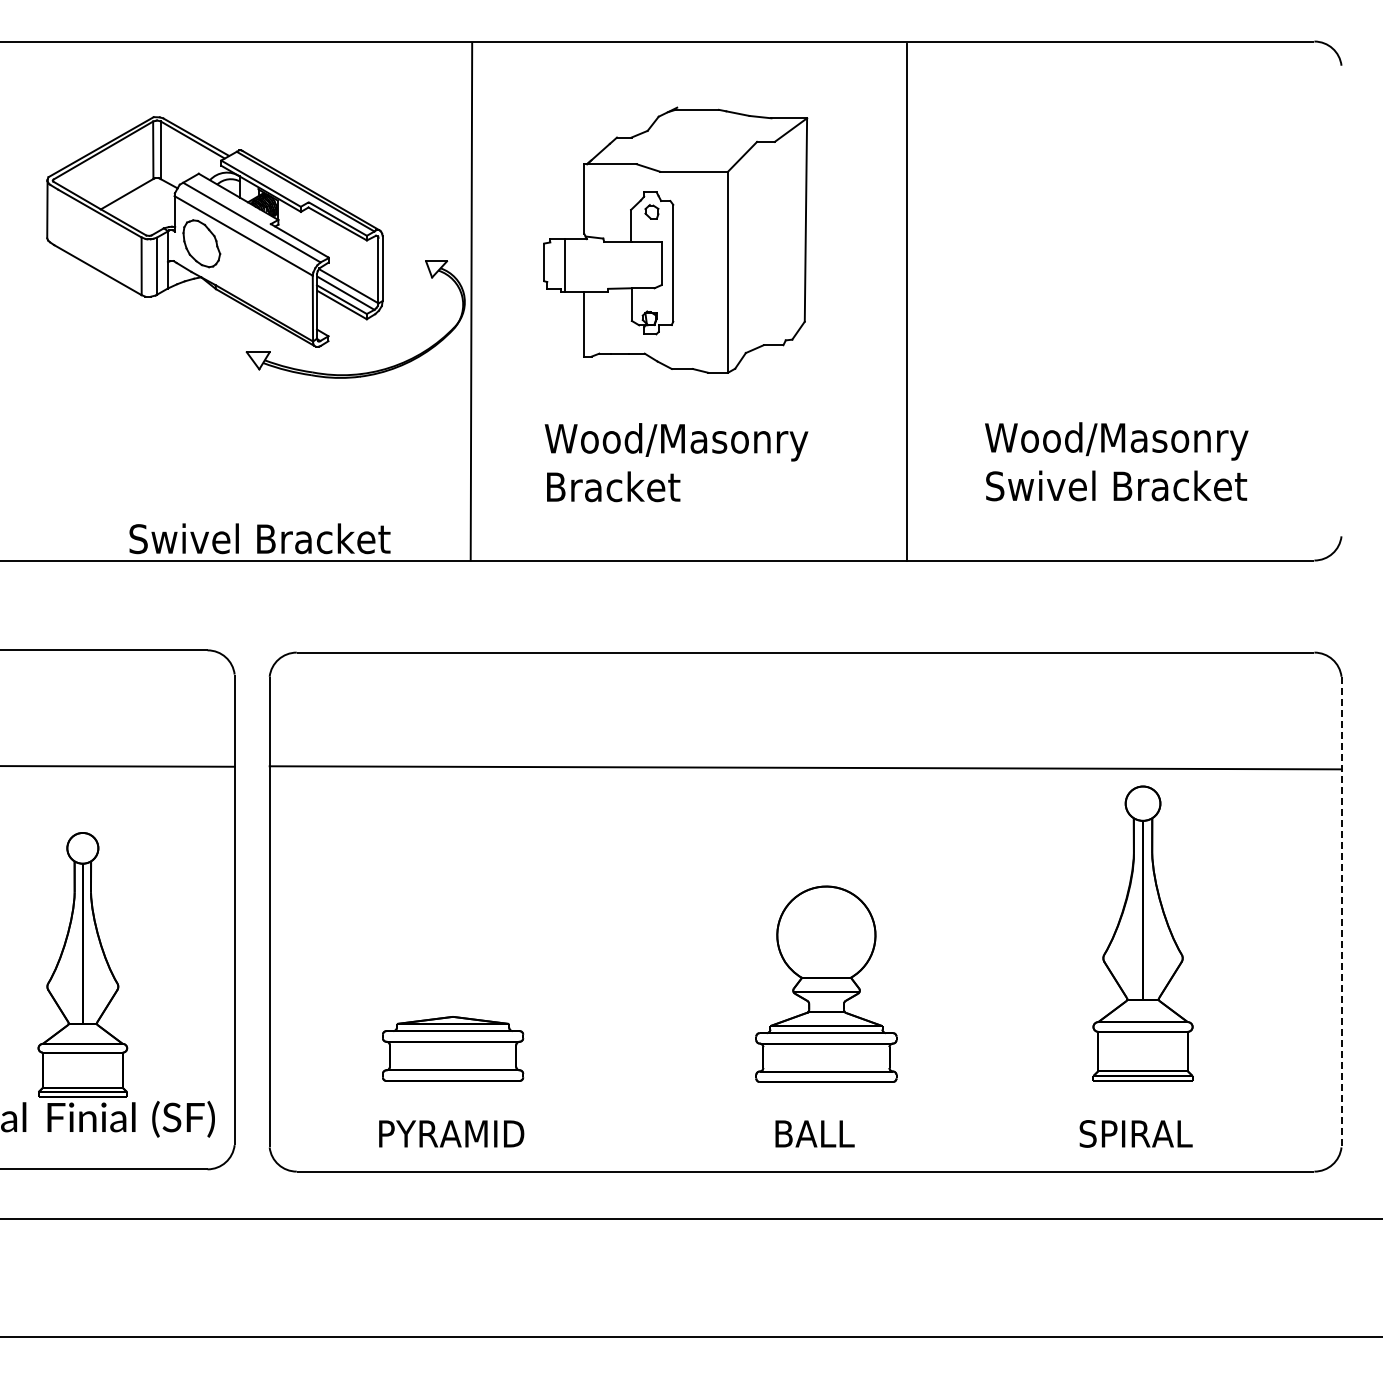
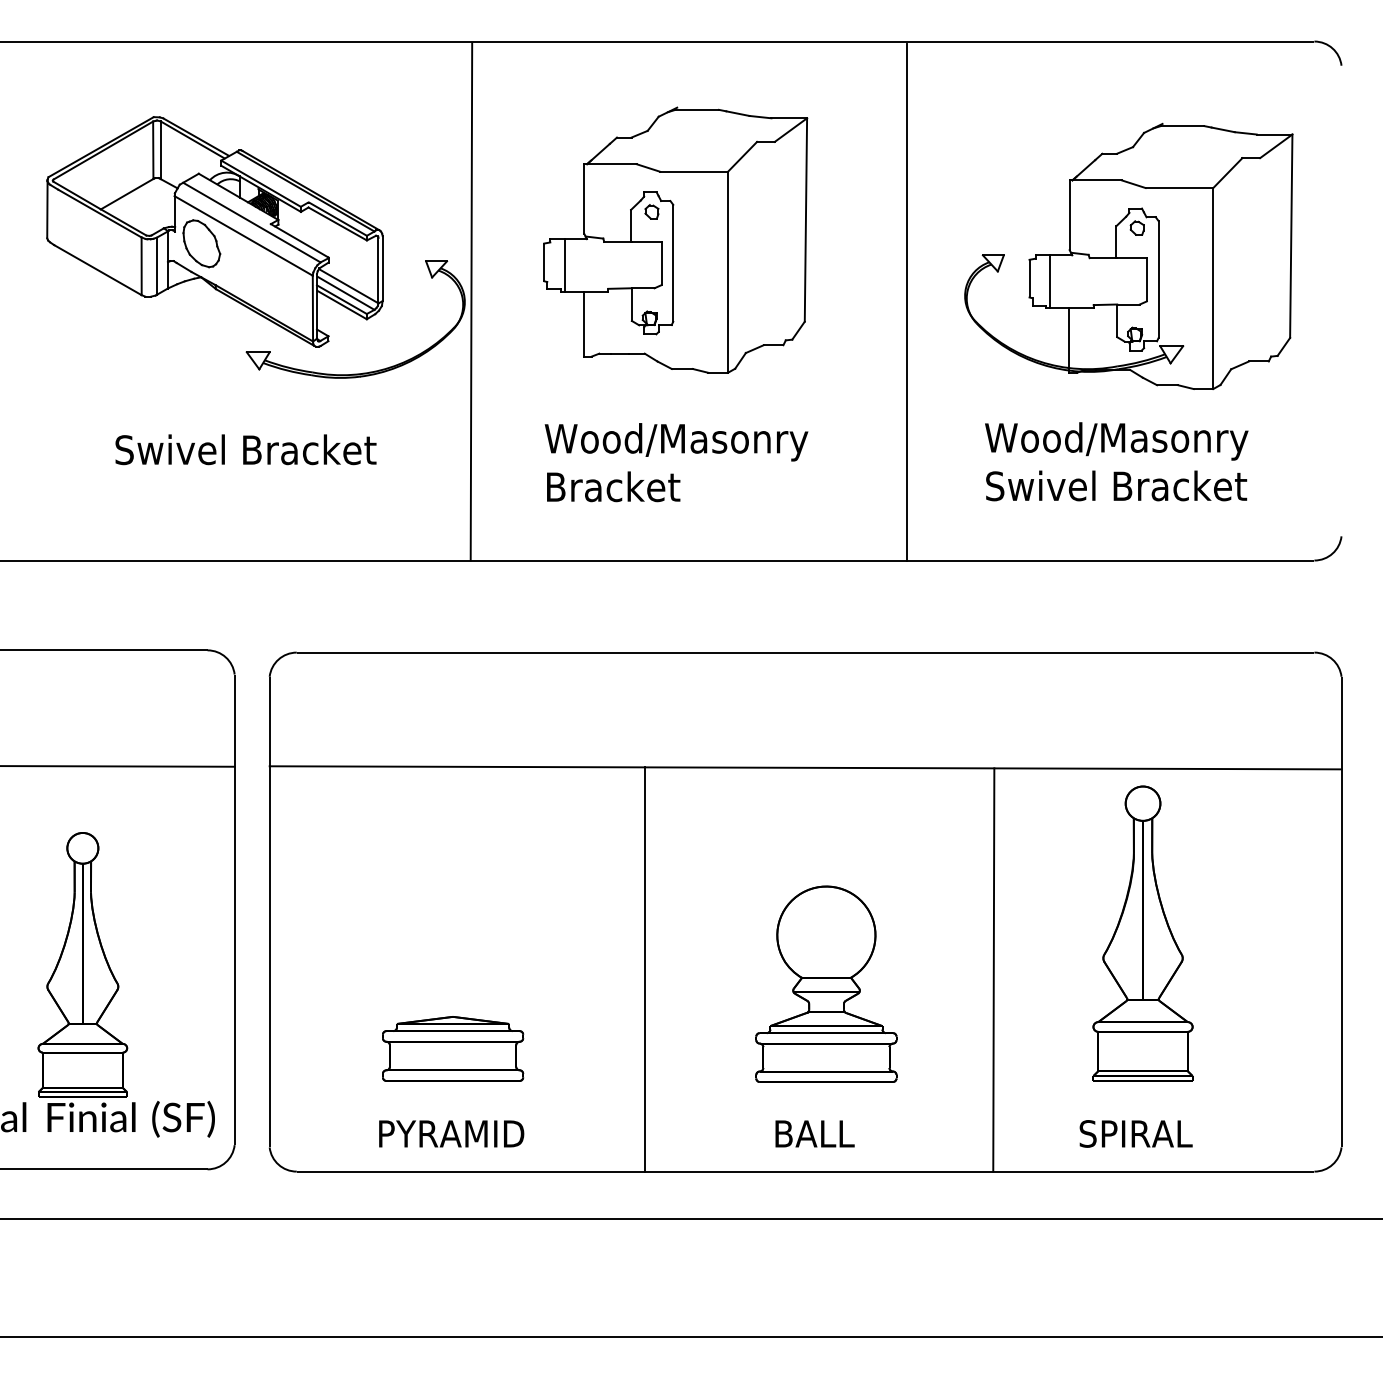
part at (1128, 255): none -> present
text at (259, 538) position: (259, 538) -> (245, 449)
line at (1341, 912): dashed -> solid
line at (645, 969): none -> present
line at (993, 969): none -> present
